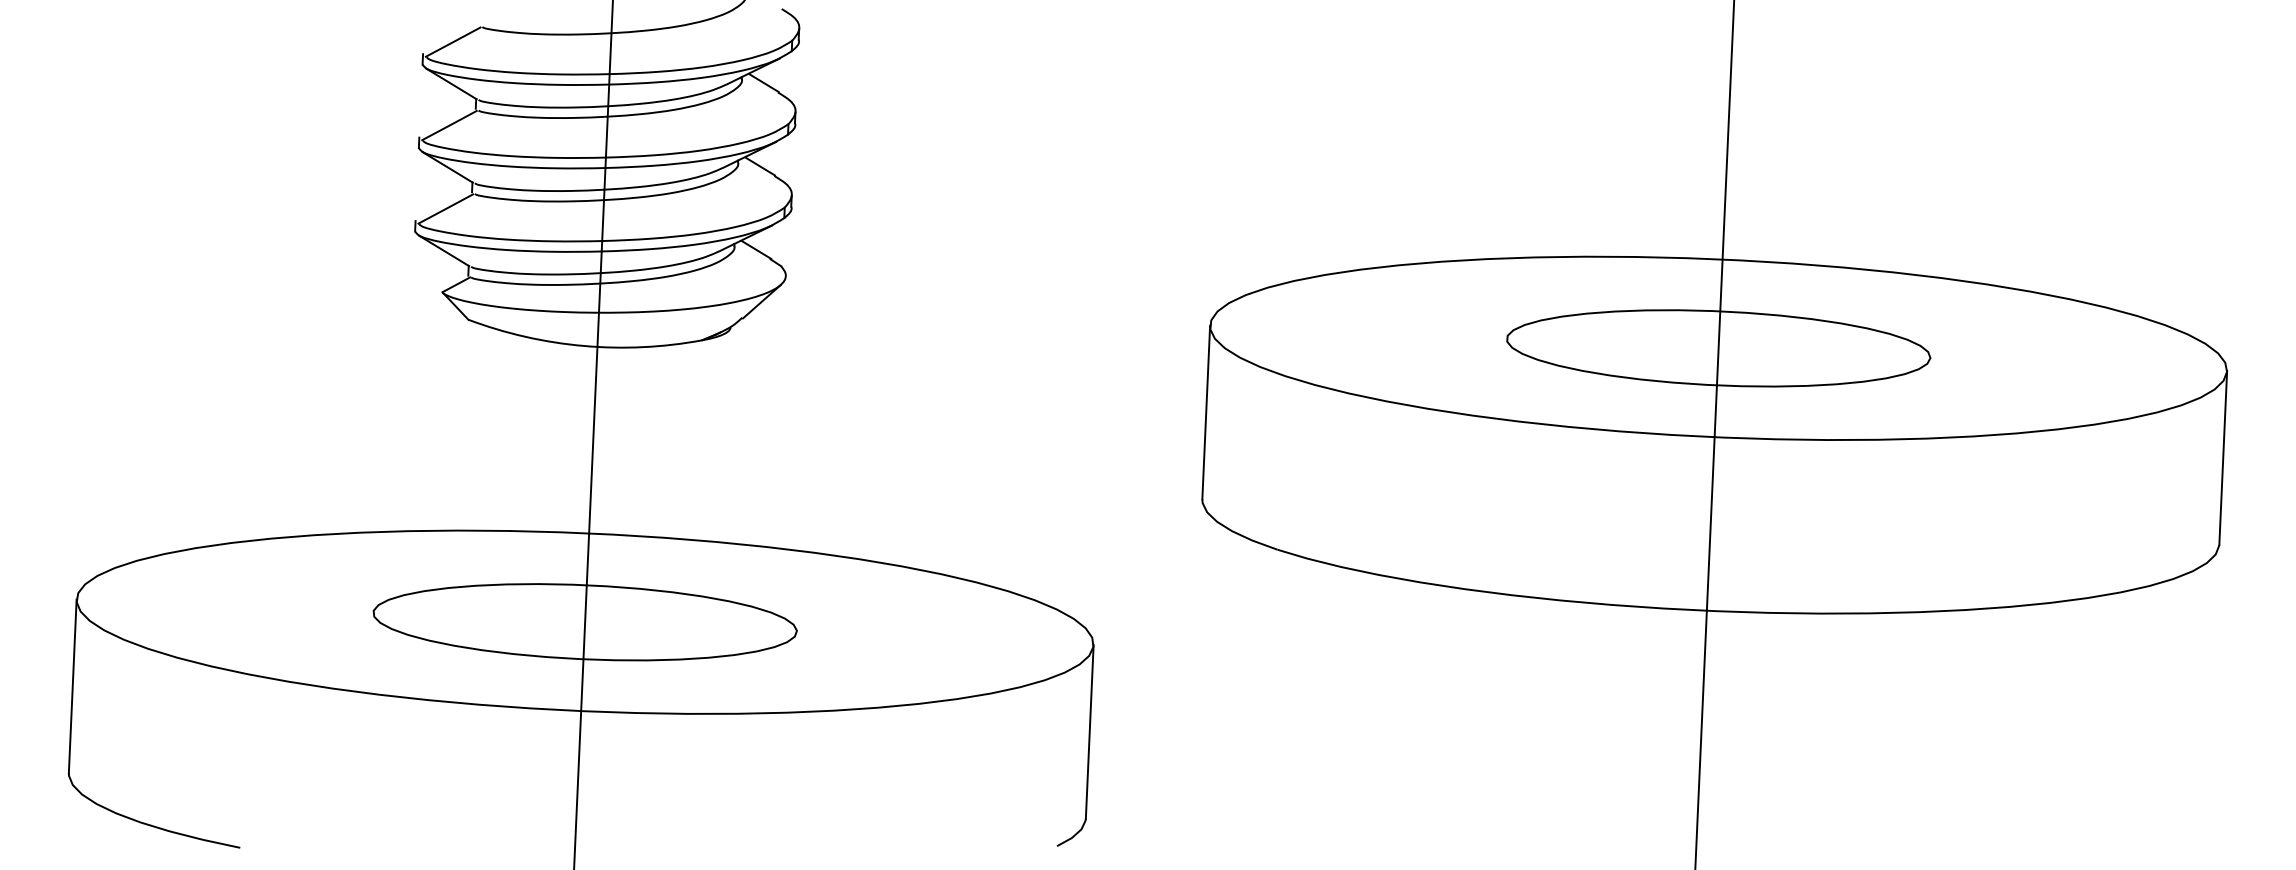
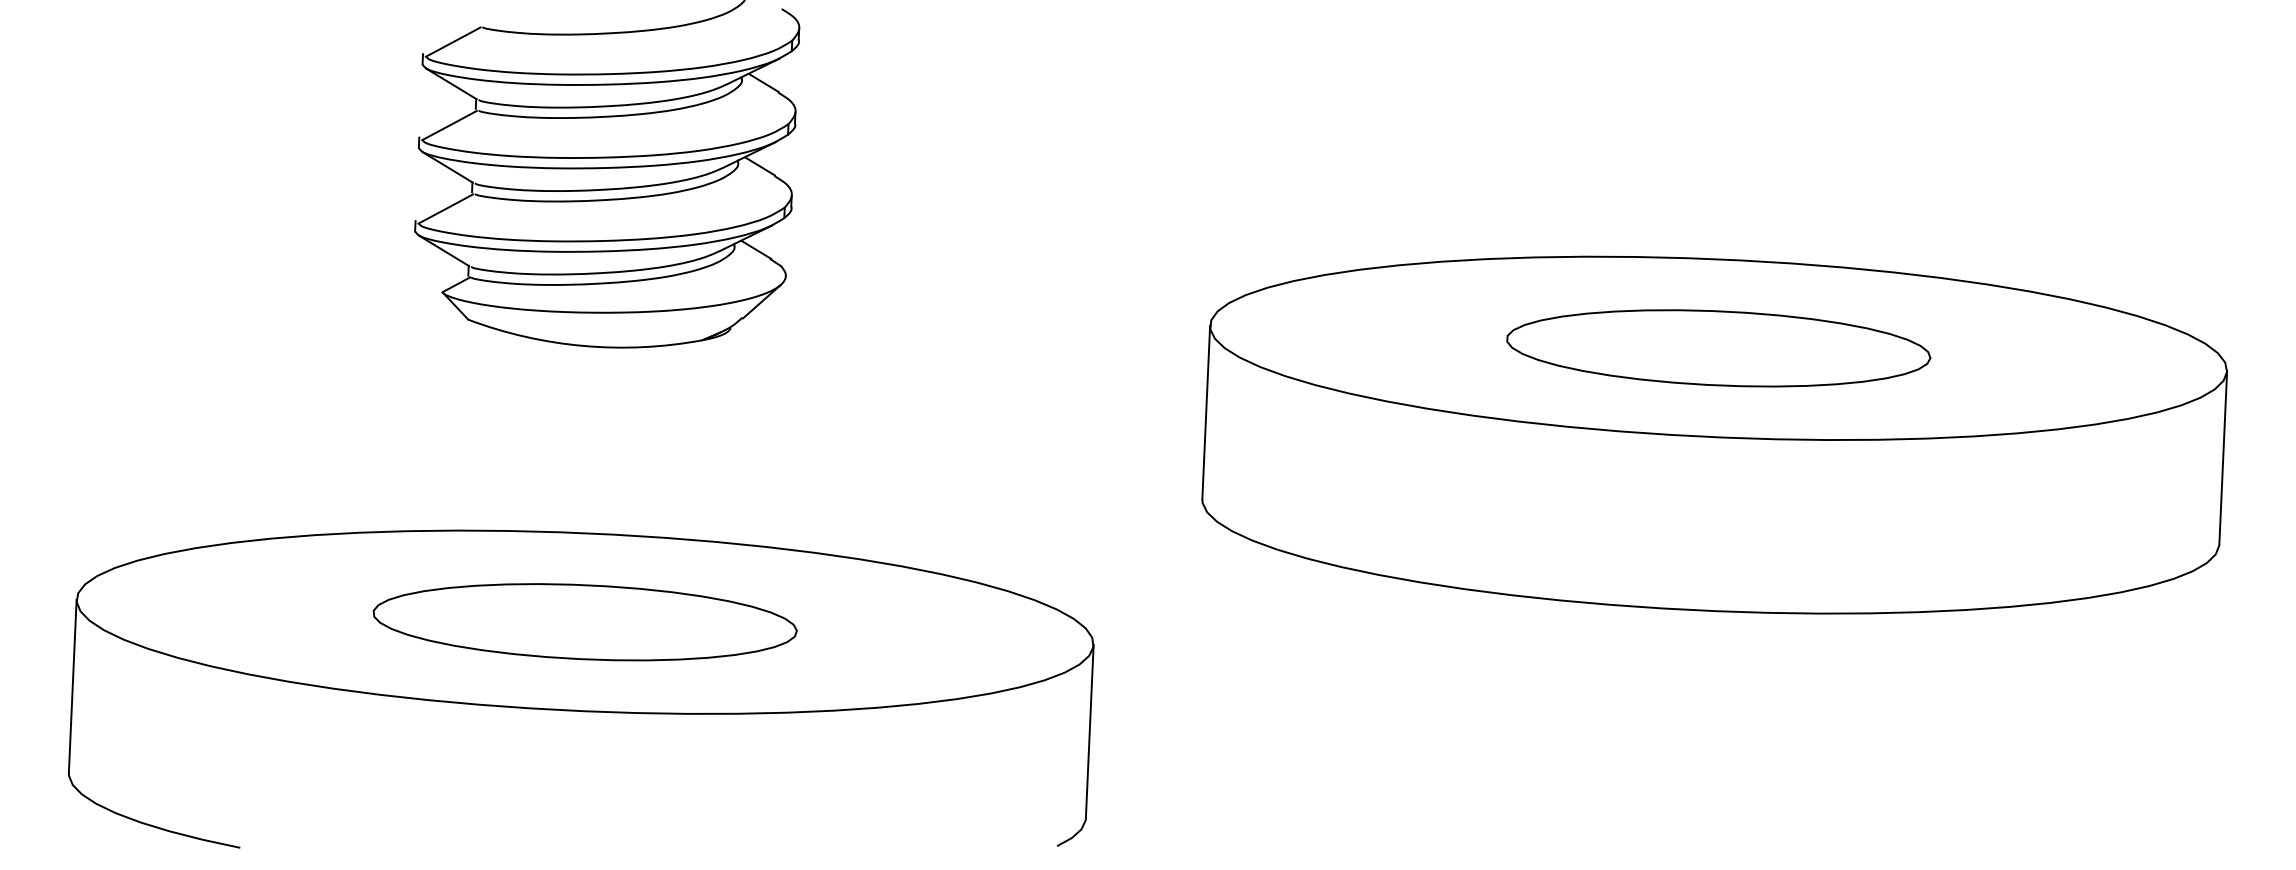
line at (593, 434): present -> none
line at (1714, 434): present -> none
